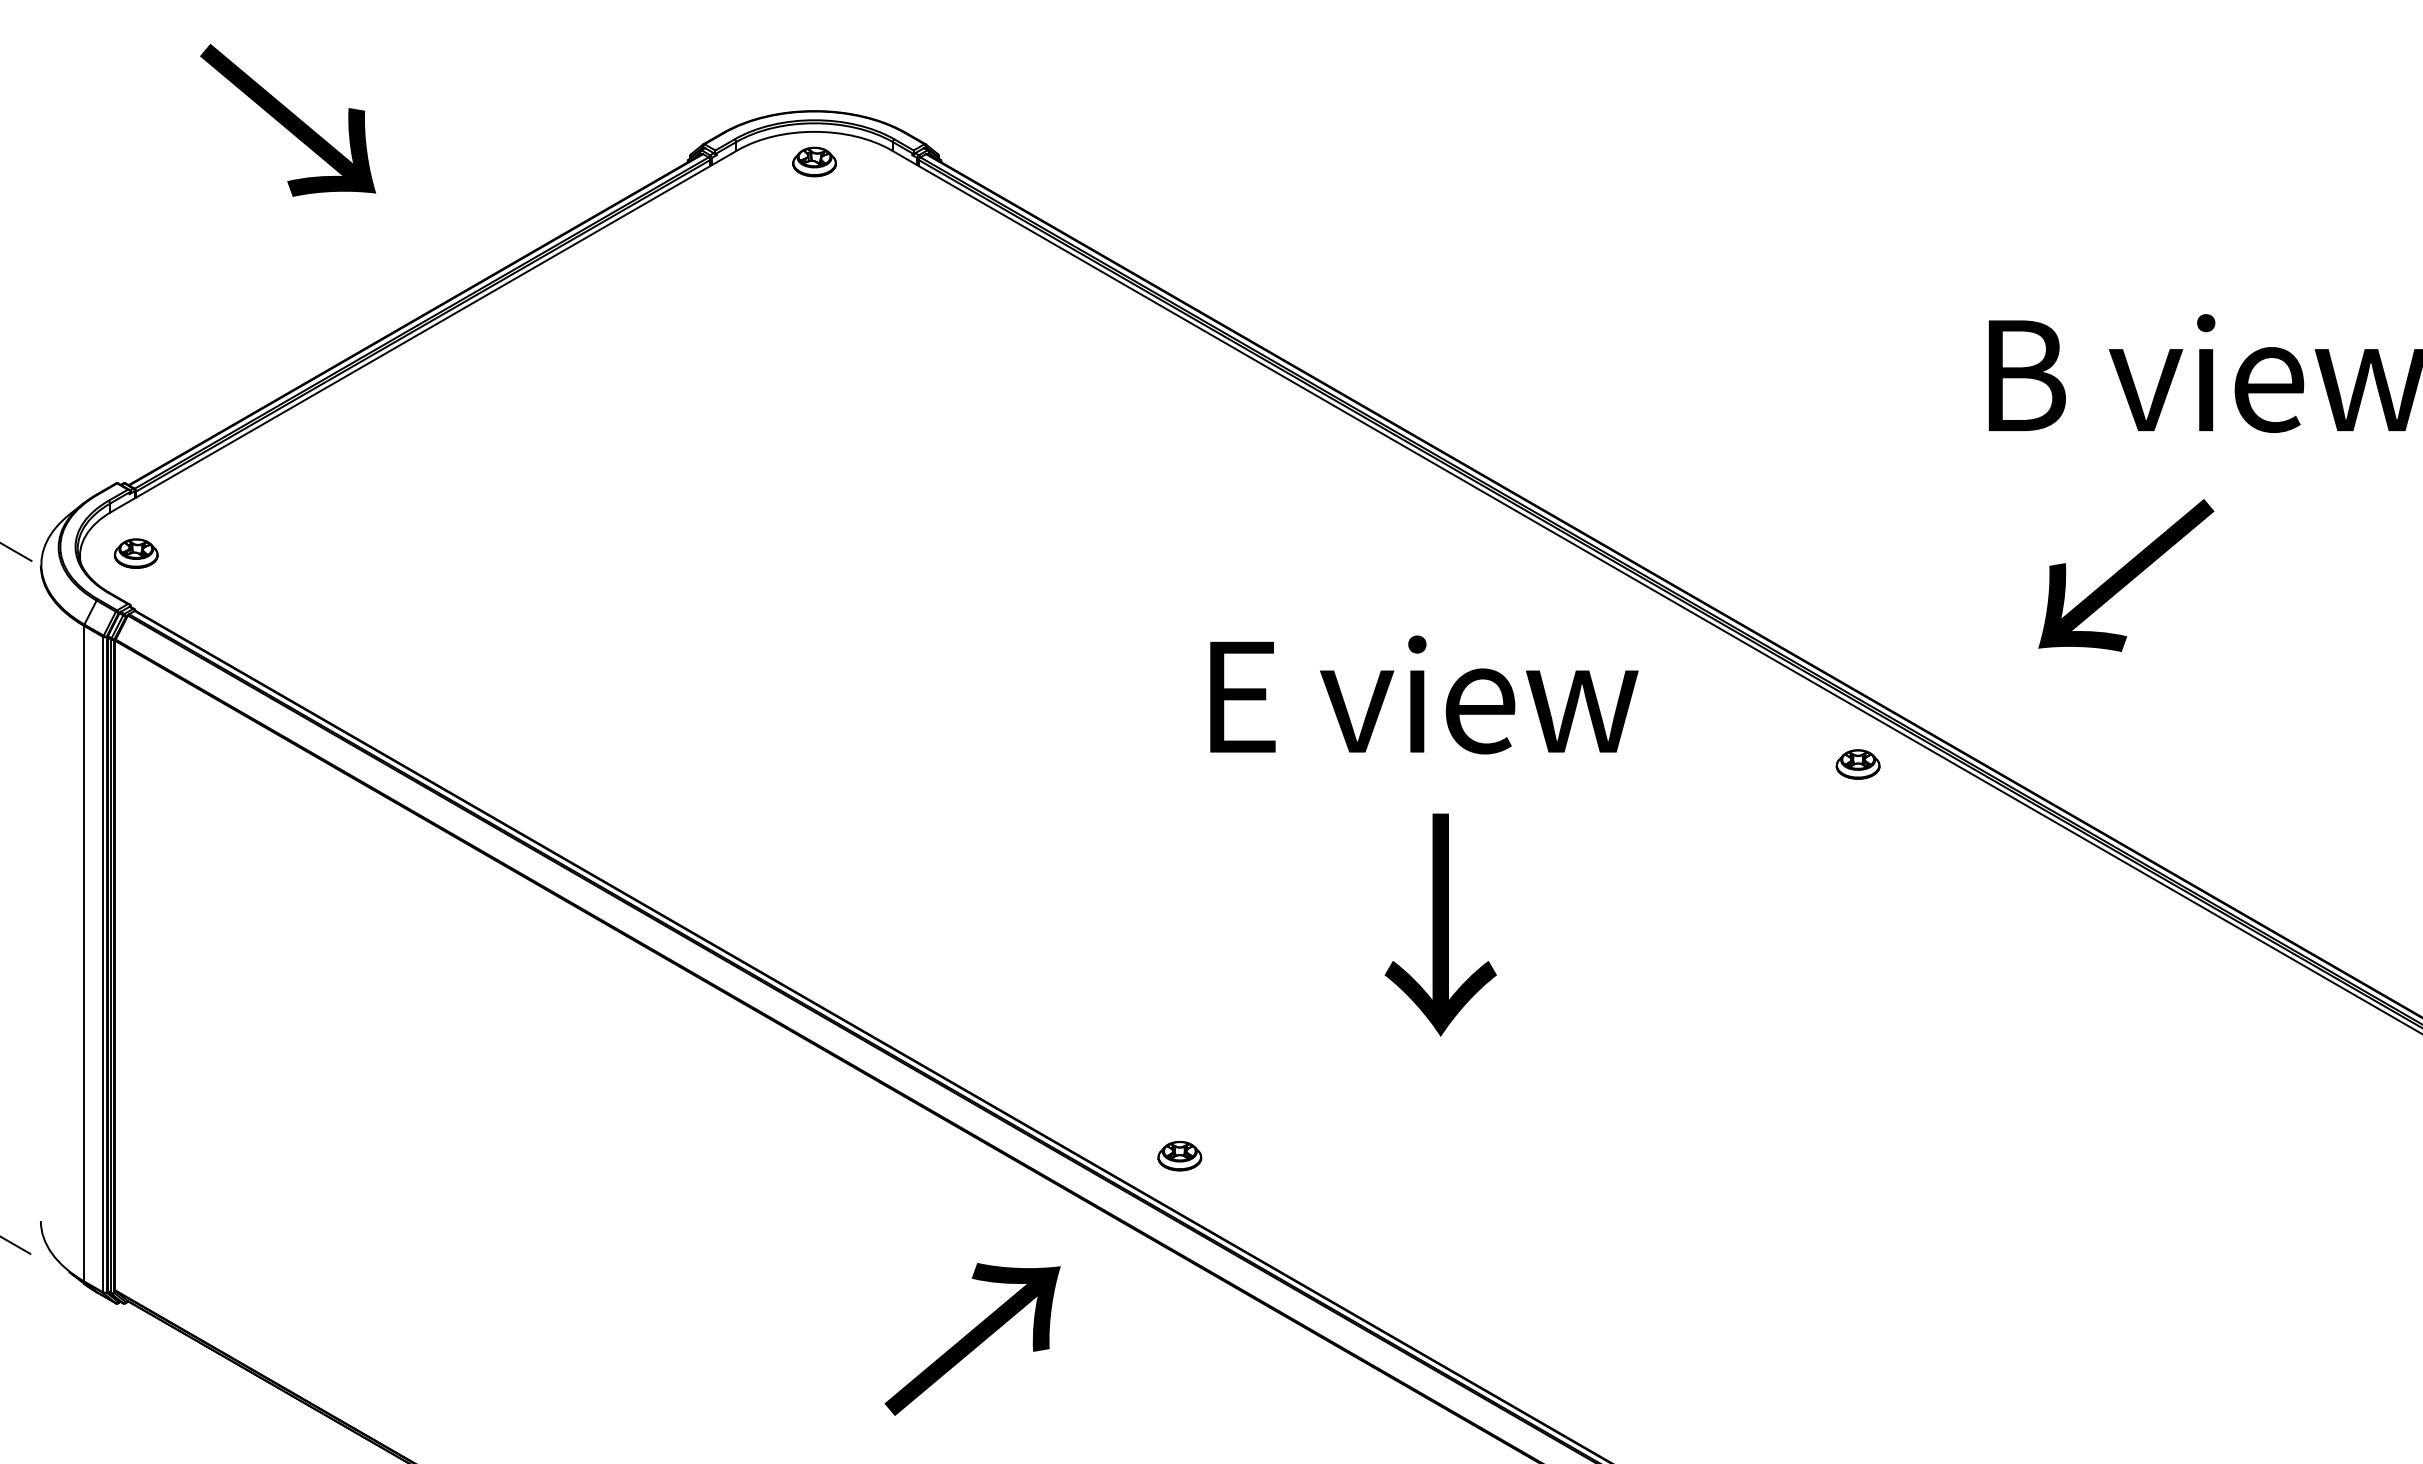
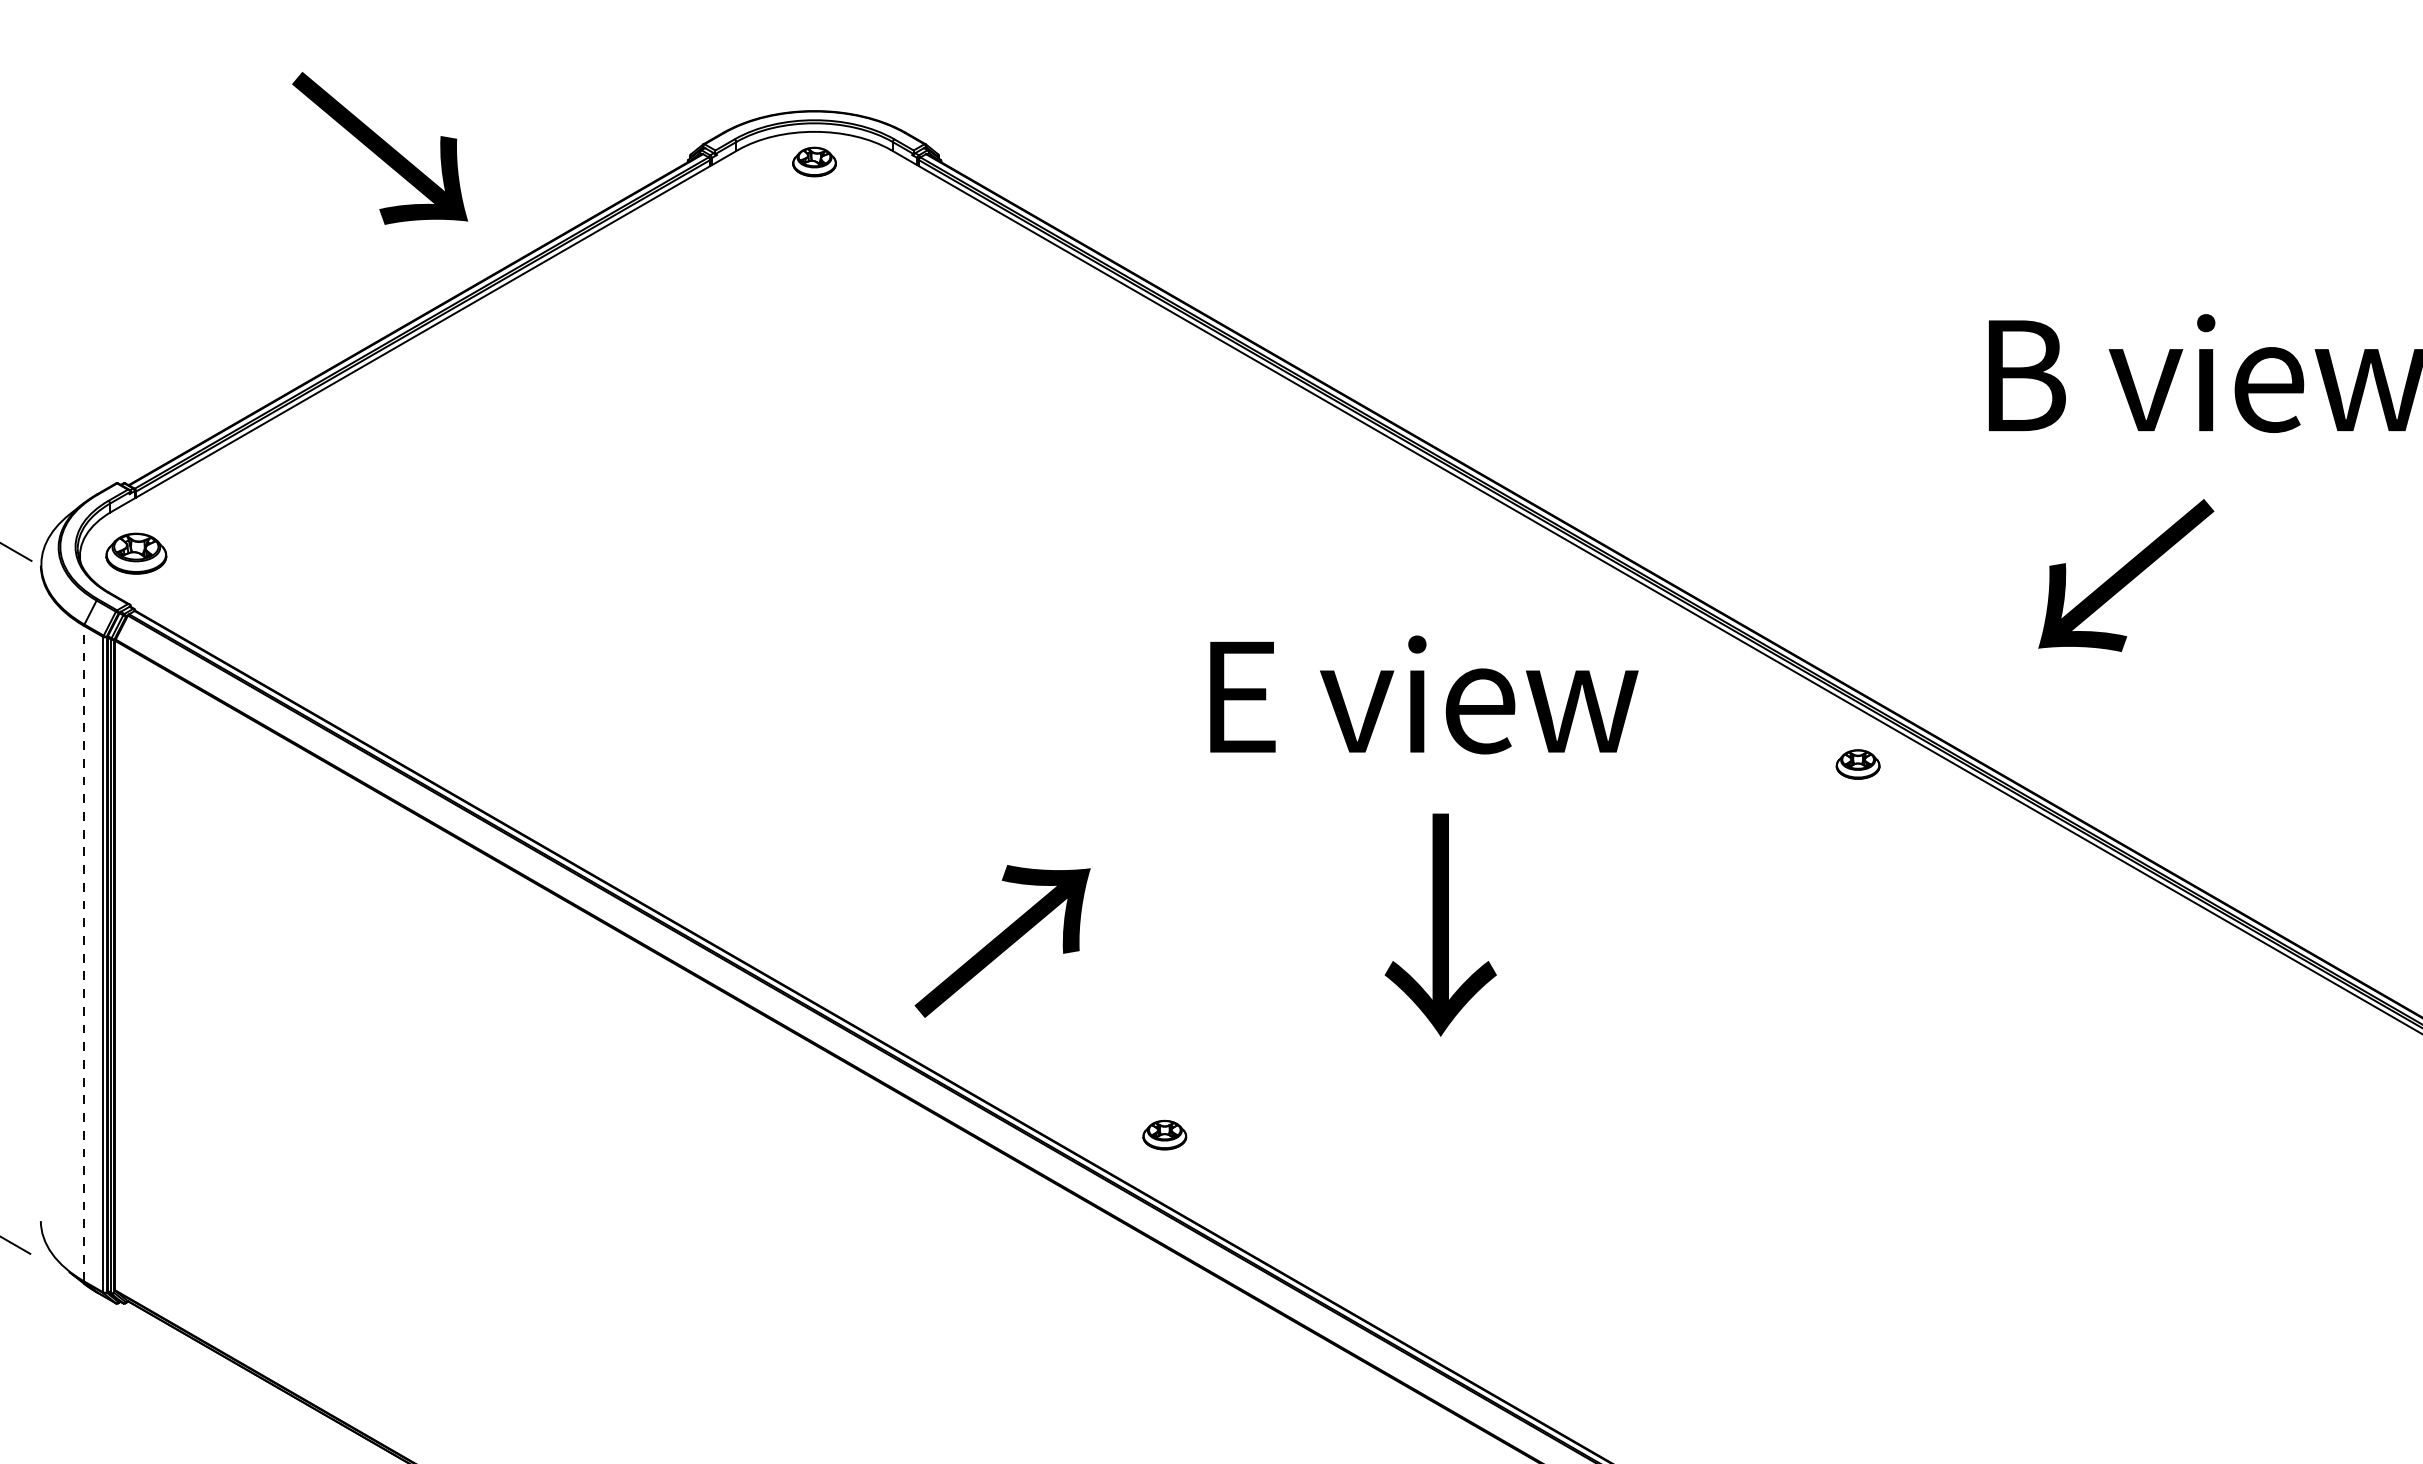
text at (288, 120) position: (288, 120) -> (380, 148)
part at (135, 553) size: 46x31 px -> 63x43 px
line at (84, 953): solid -> dashed
part at (1179, 1155) position: (1179, 1155) -> (1164, 1134)
text at (972, 1339) position: (972, 1339) -> (1002, 941)
